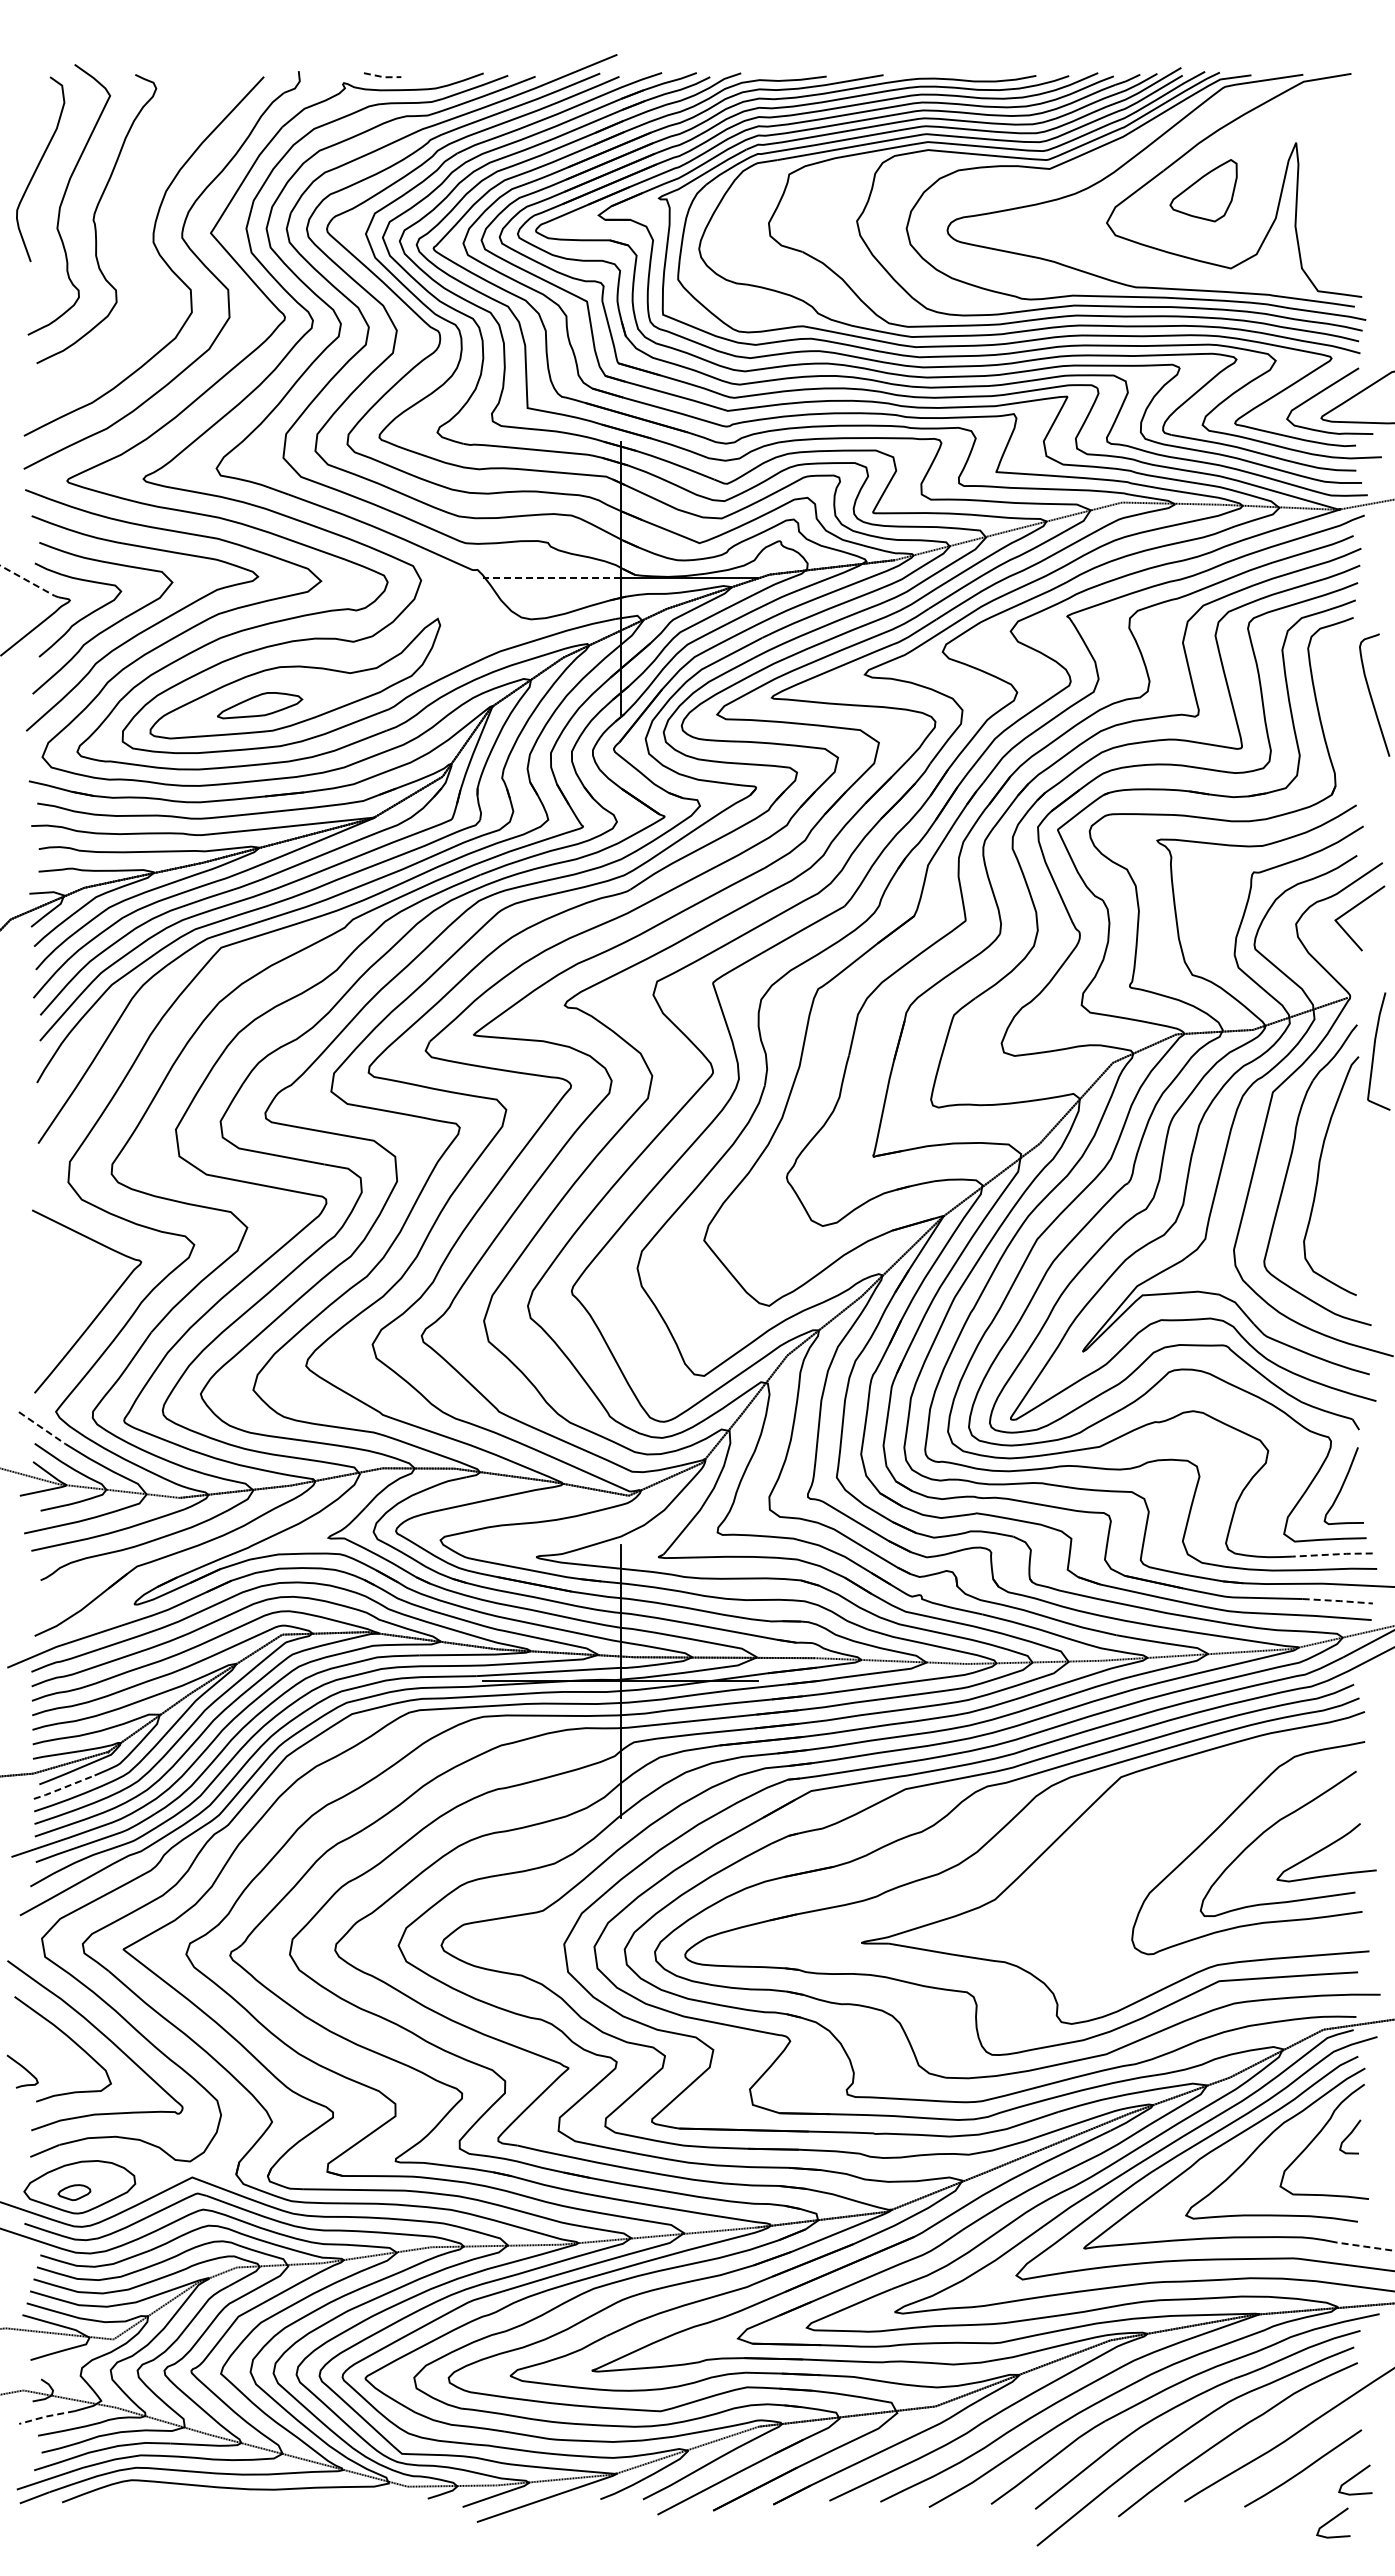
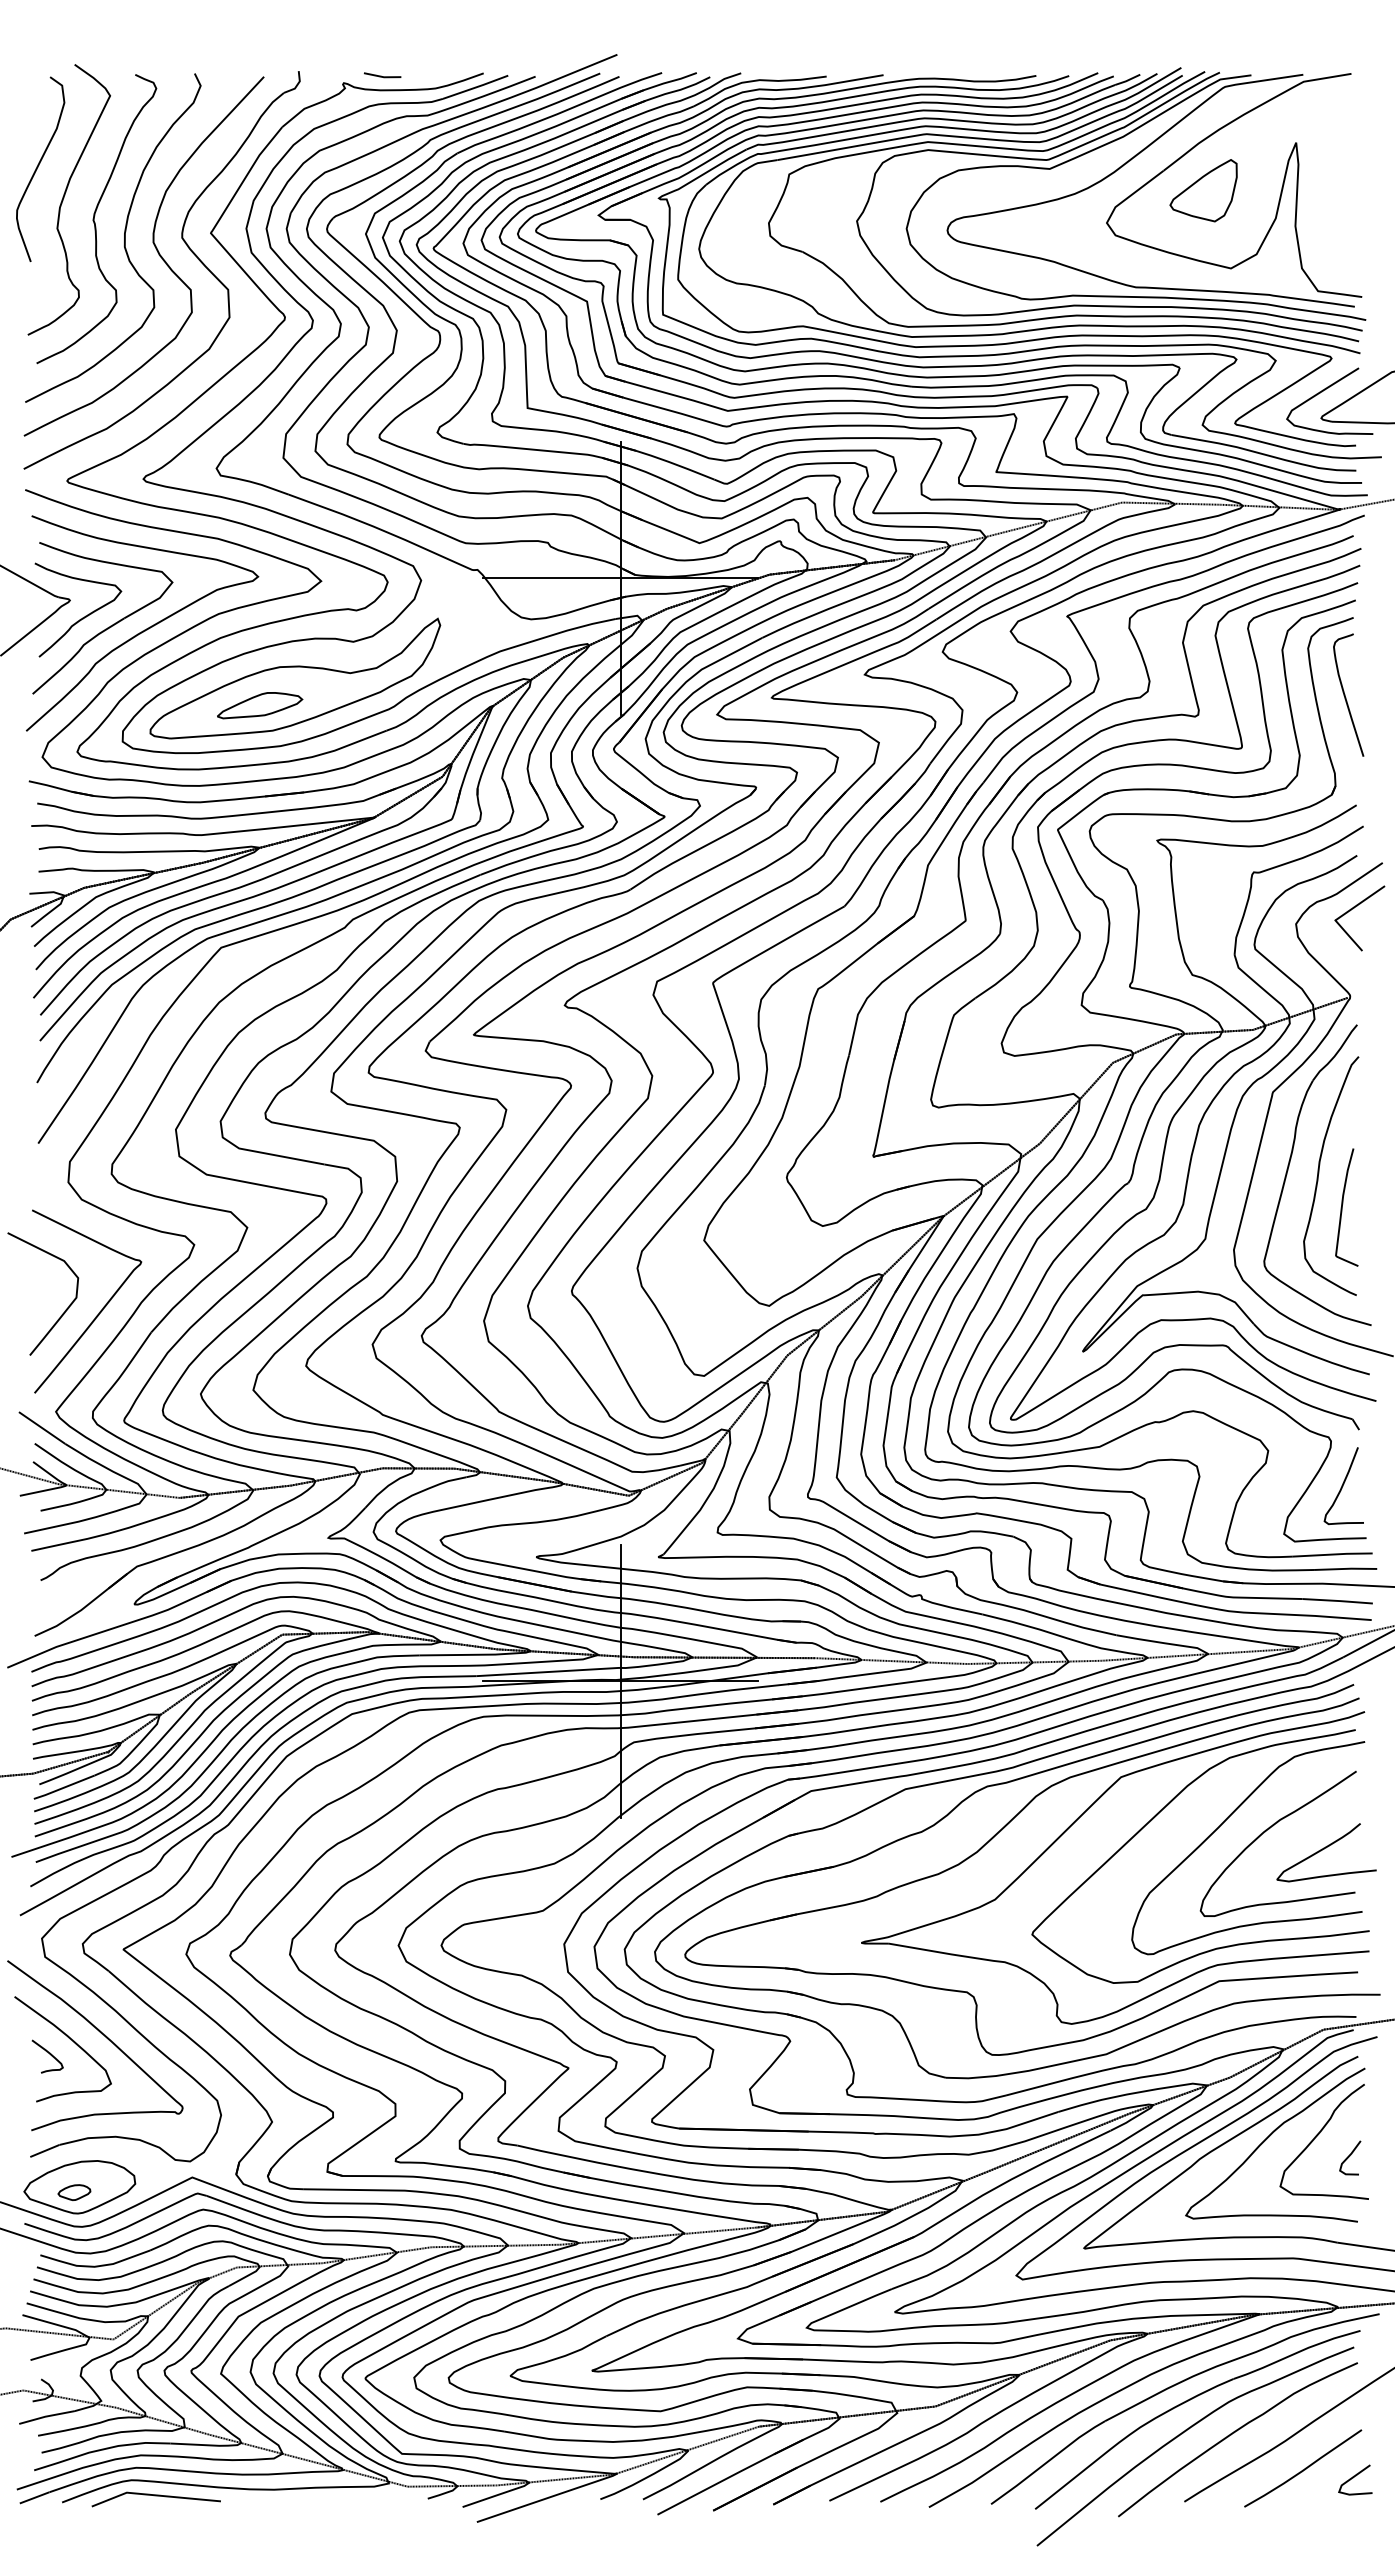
line at (383, 77): dashed -> solid
curve at (124, 237): none -> present
line at (551, 578): dashed -> solid
line at (30, 582): dashed -> solid
curve at (1371, 694) position: (1371, 694) -> (1345, 694)
curve at (1374, 1051) position: (1374, 1051) -> (1342, 1207)
curve at (65, 1309): none -> present
line at (42, 1428): dashed -> solid
line at (1332, 1554): dashed -> solid
line at (1338, 1601): dashed -> solid
line at (63, 1787): dashed -> solid
curve at (1158, 1814): none -> present
curve at (24, 2069) position: (24, 2069) -> (49, 2054)
curve at (1350, 2135) position: (1350, 2135) -> (1350, 2156)
line at (1365, 2246): dashed -> solid
line at (46, 2416): dashed -> solid
line at (155, 2496): none -> present
line at (1332, 2520): present -> none
